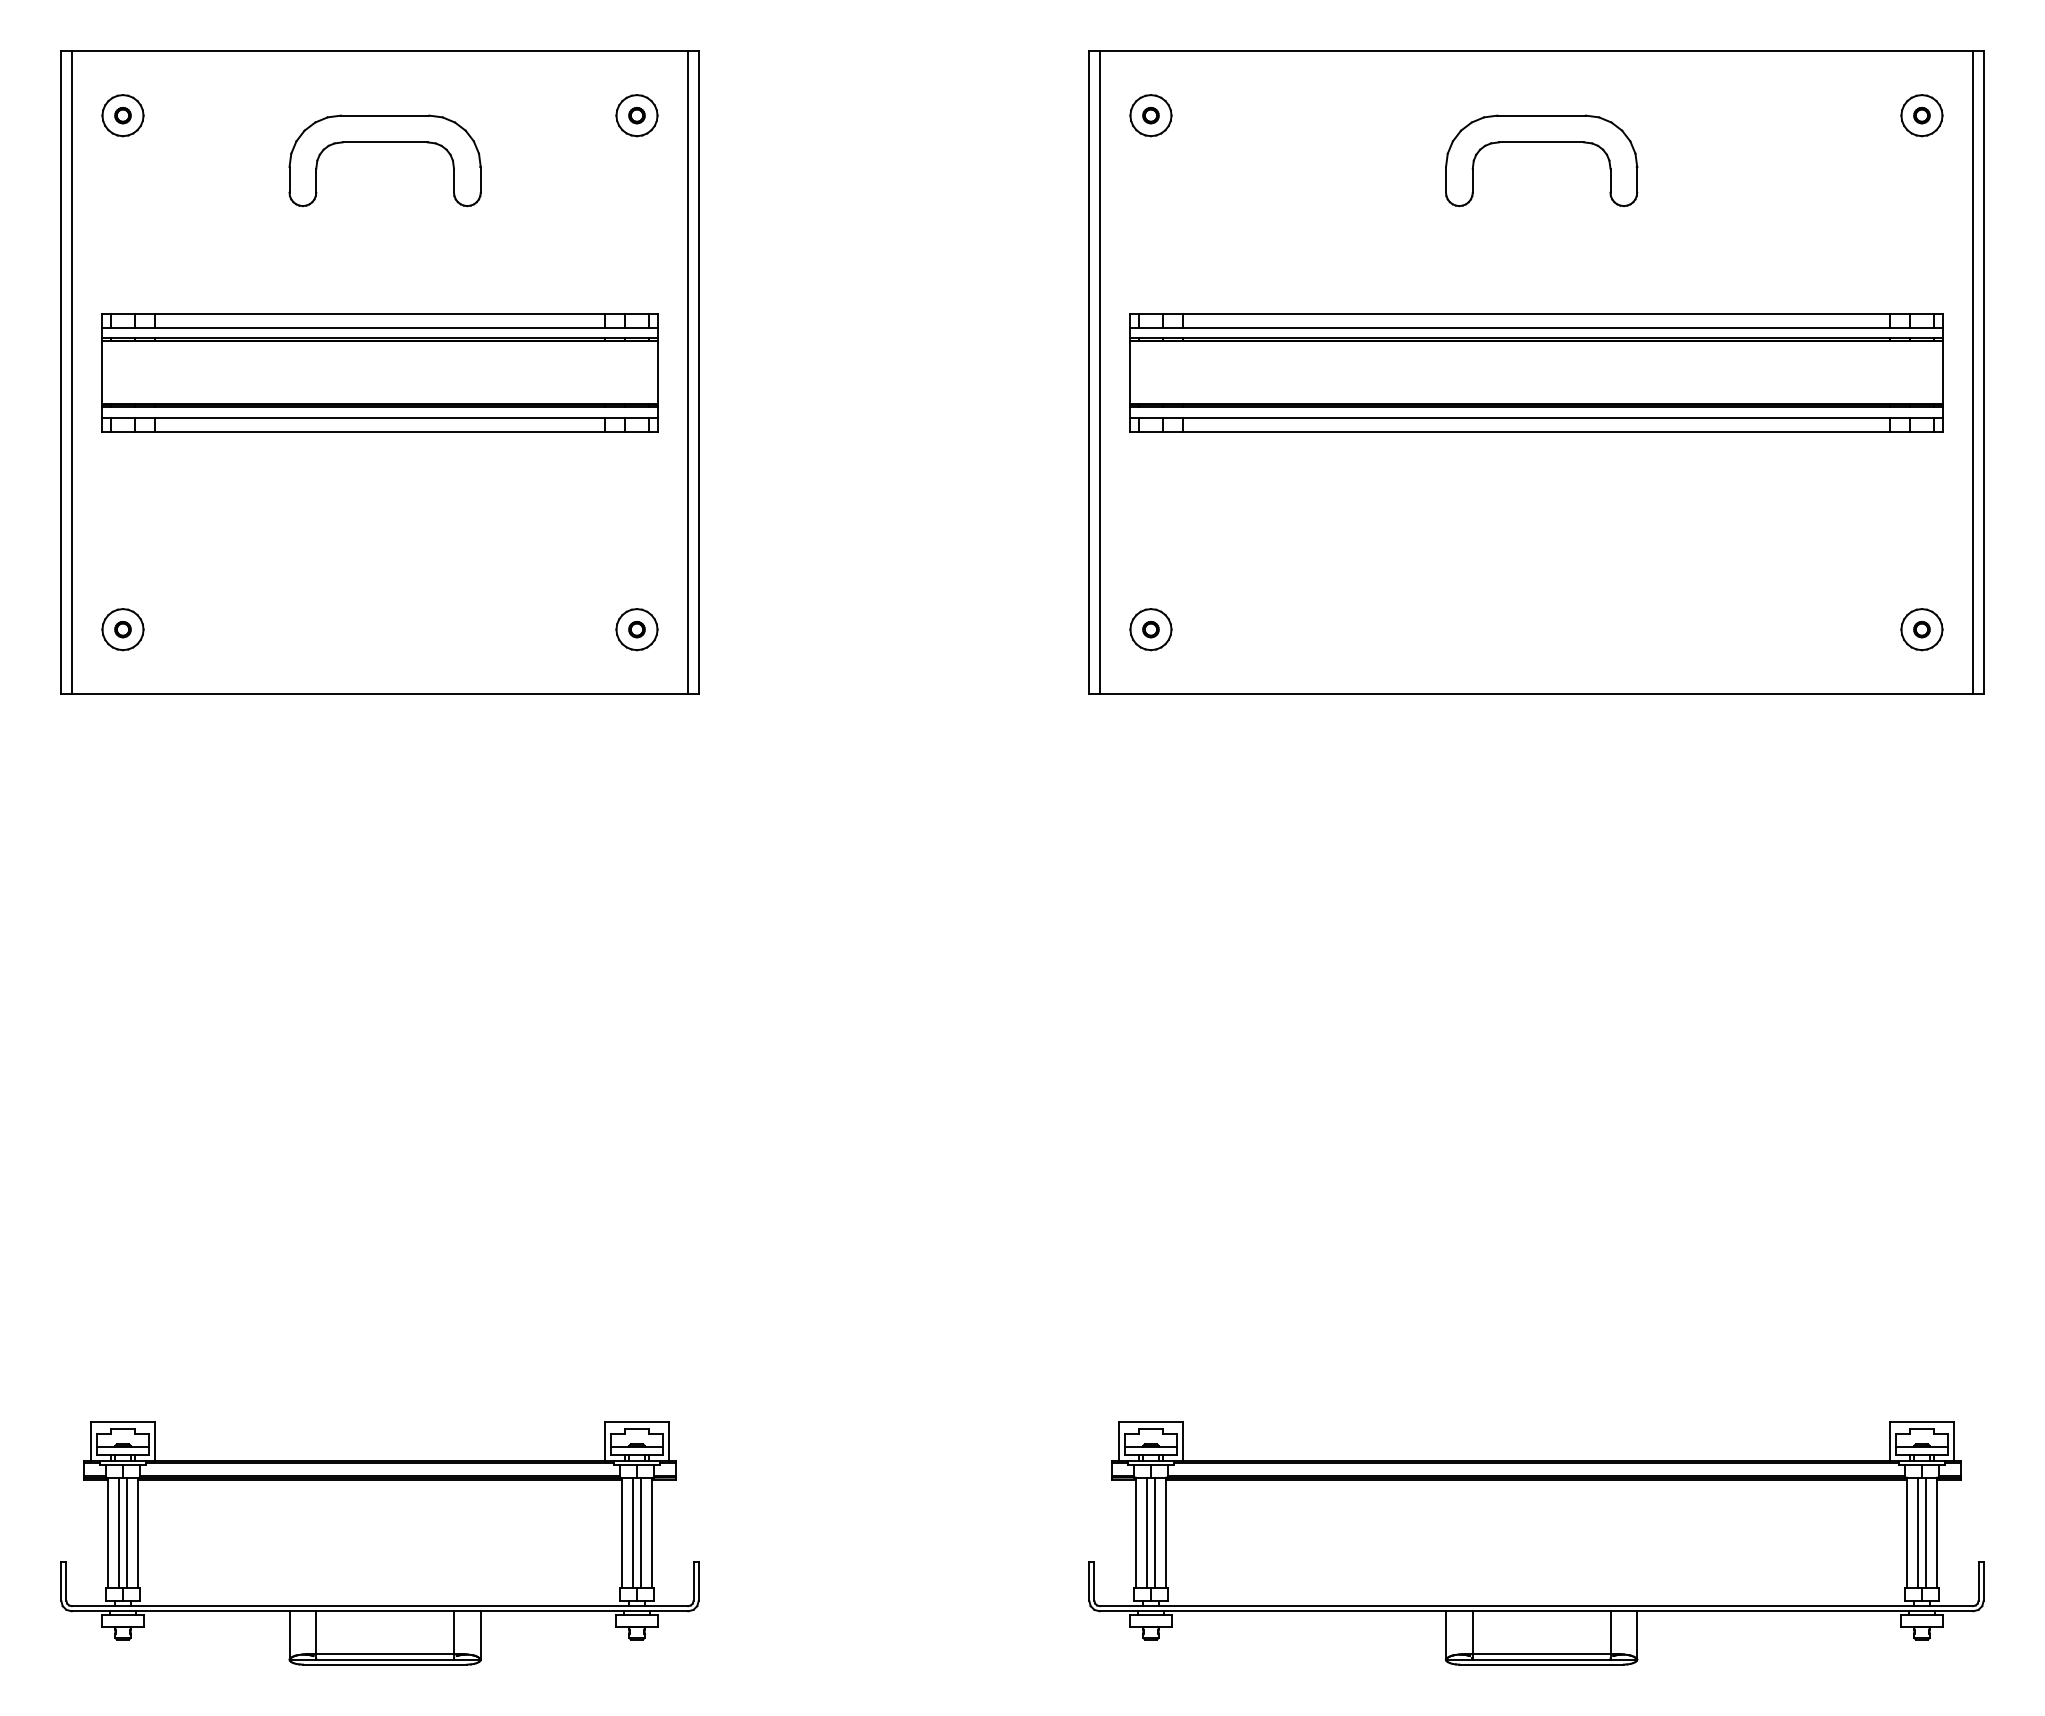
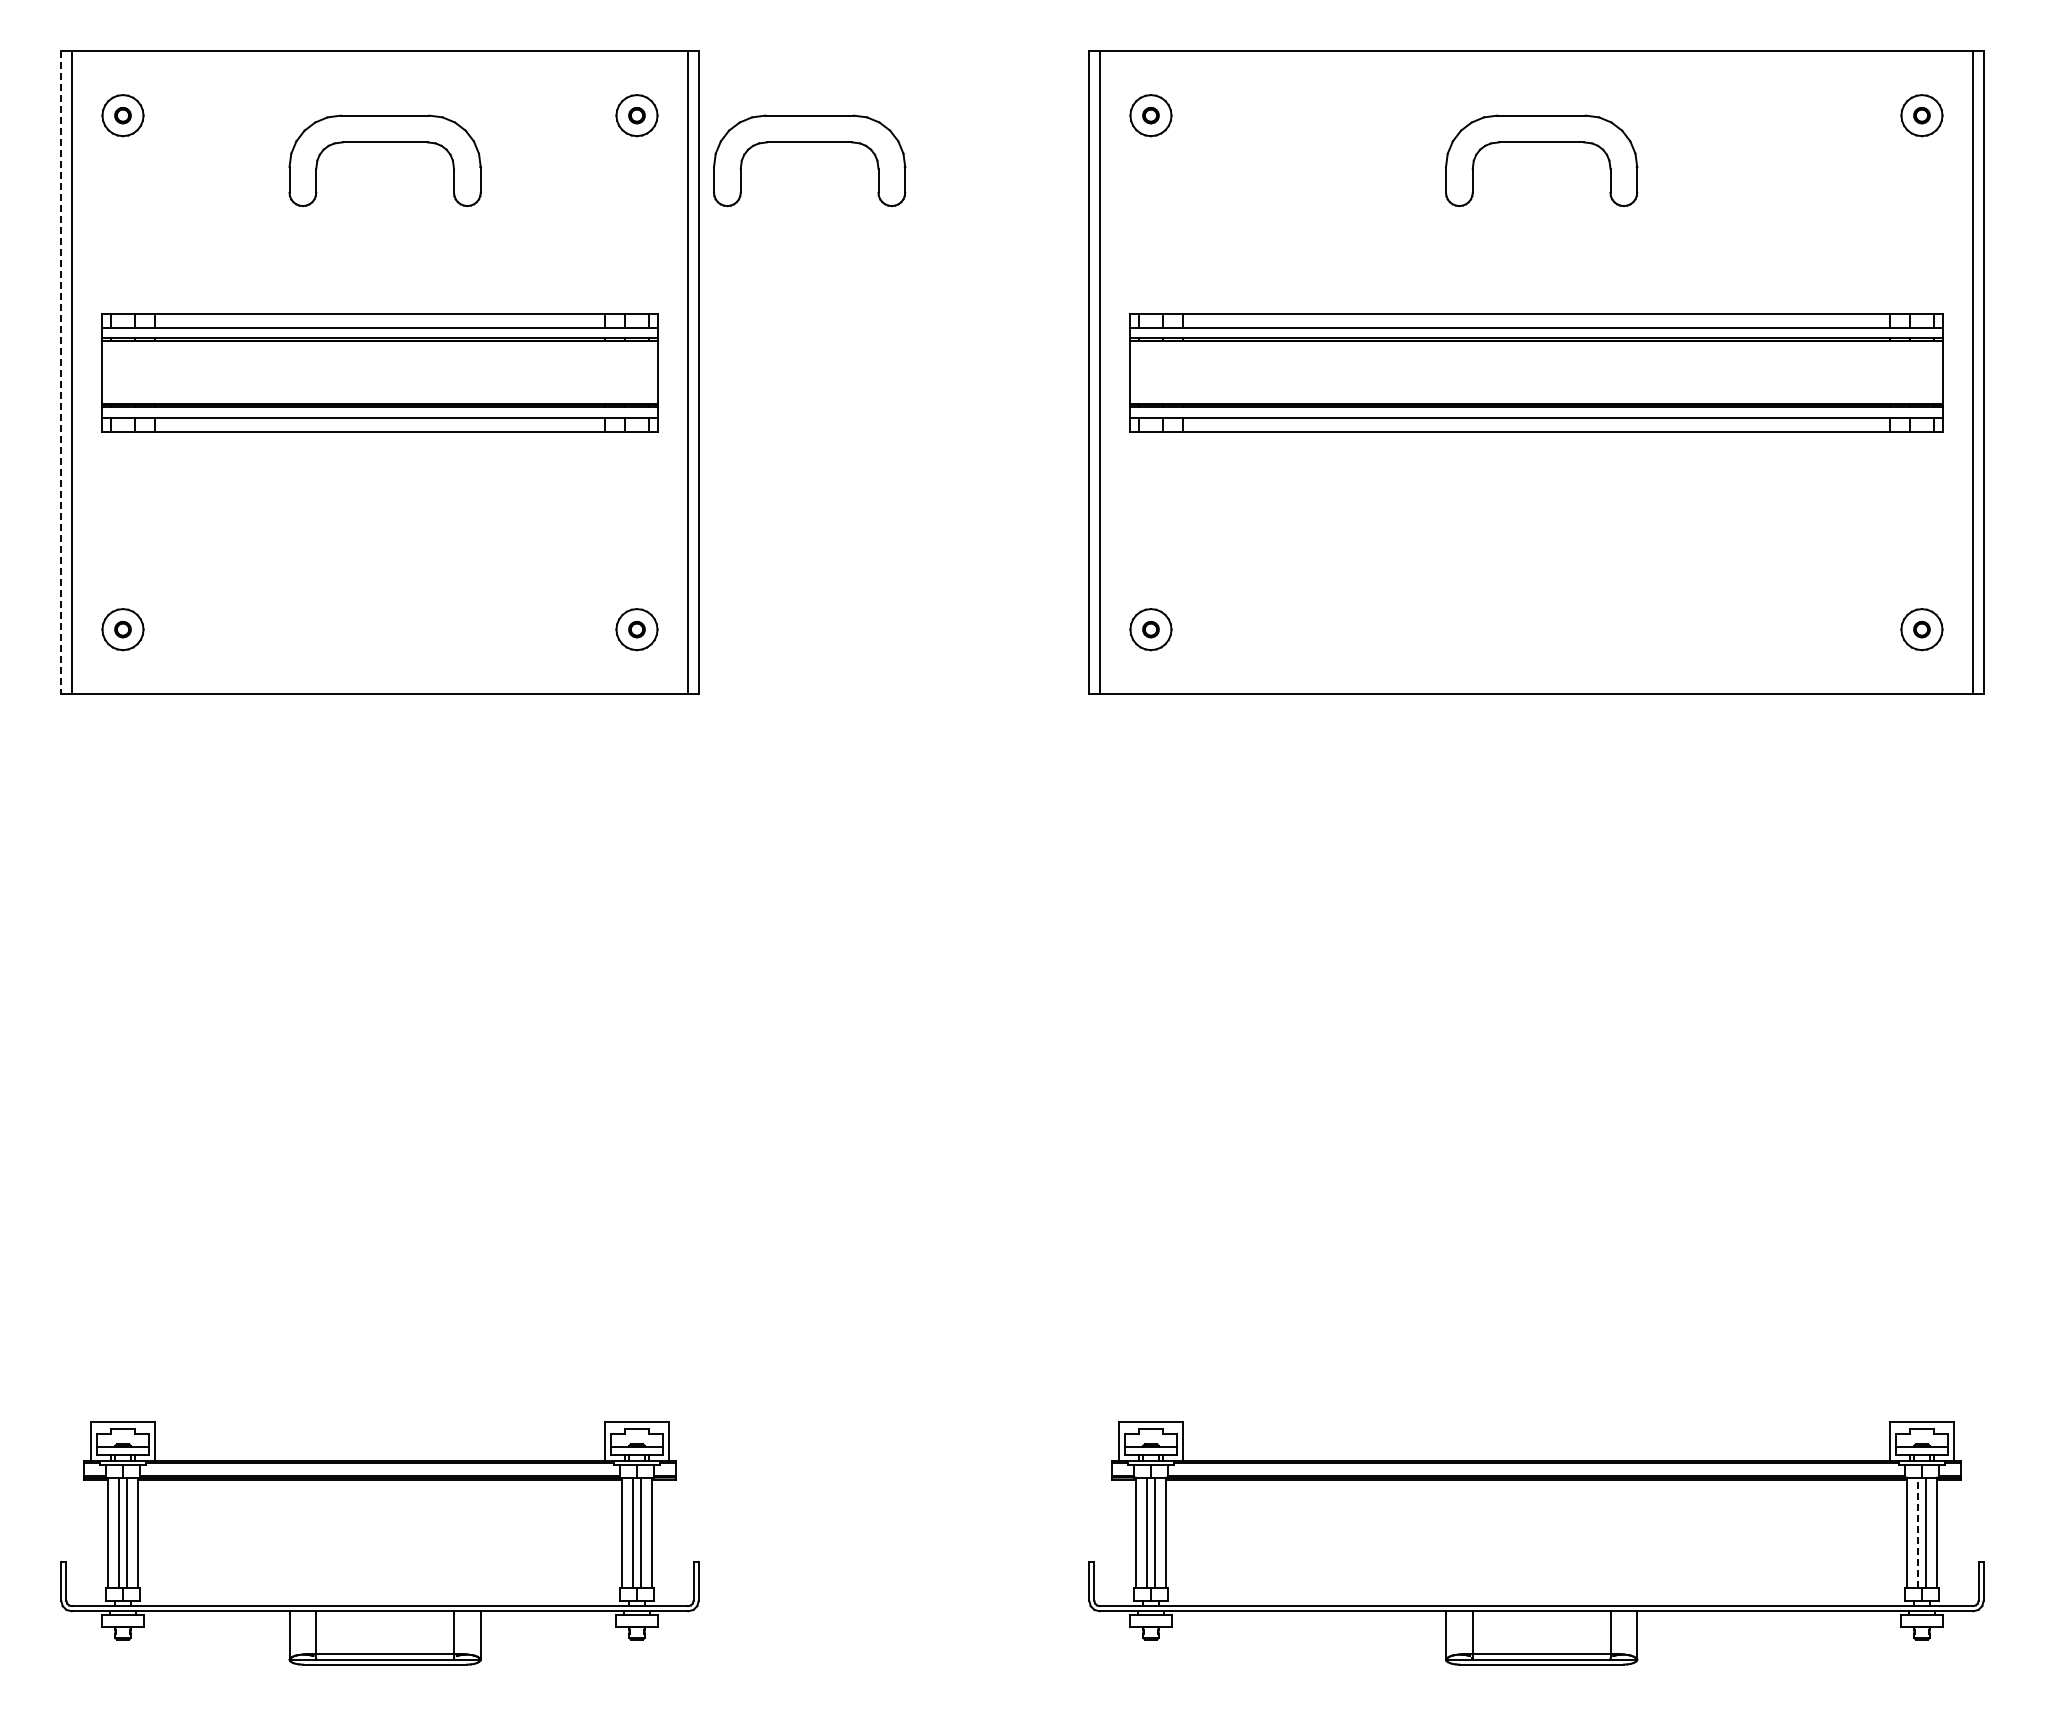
part at (809, 142): none -> present
line at (61, 373): solid -> dashed
line at (1918, 1532): solid -> dashed
